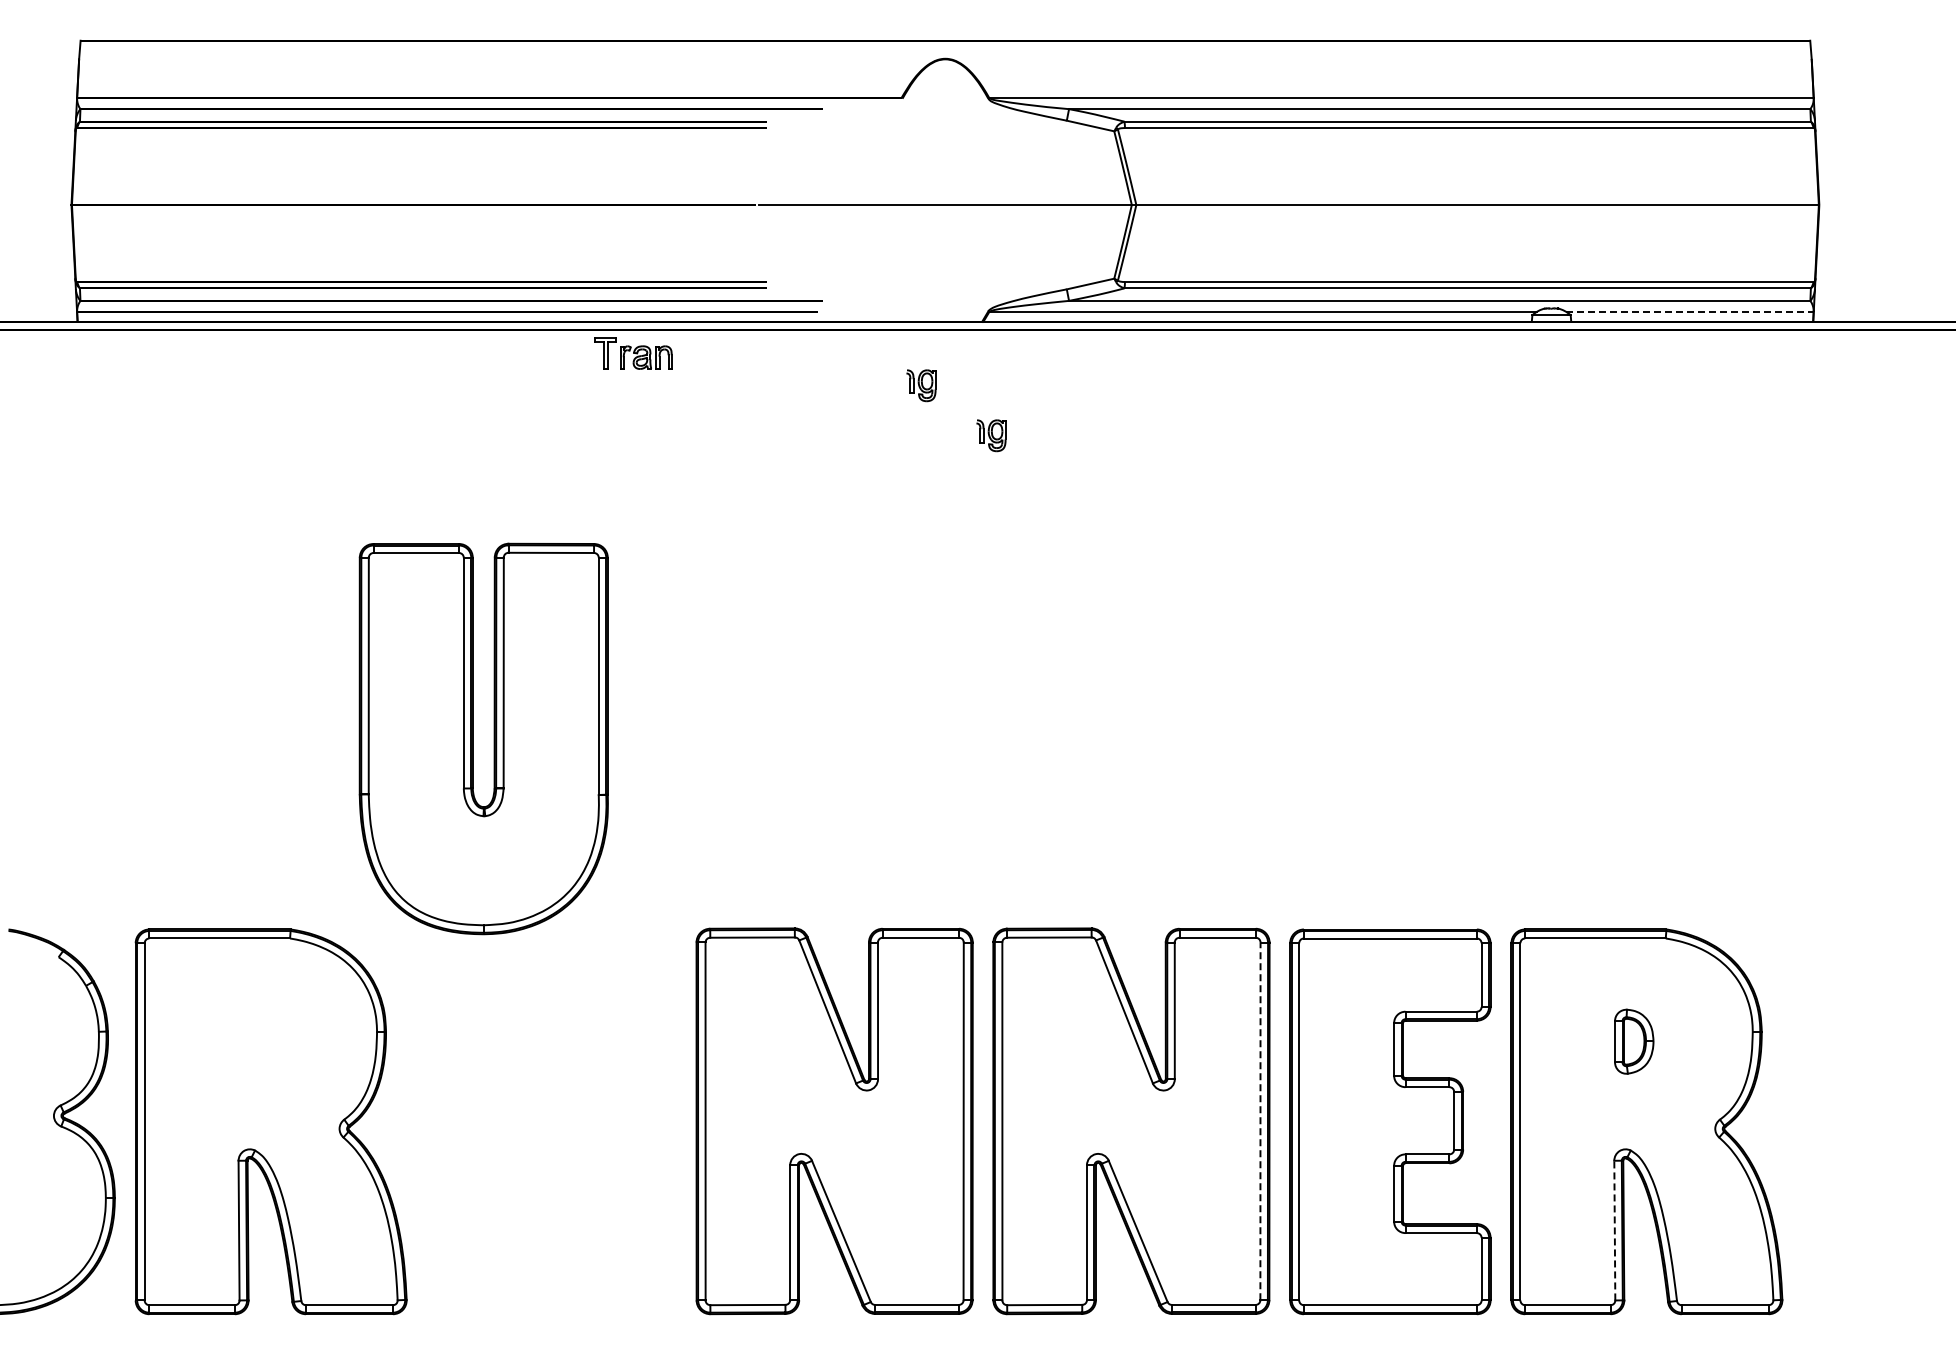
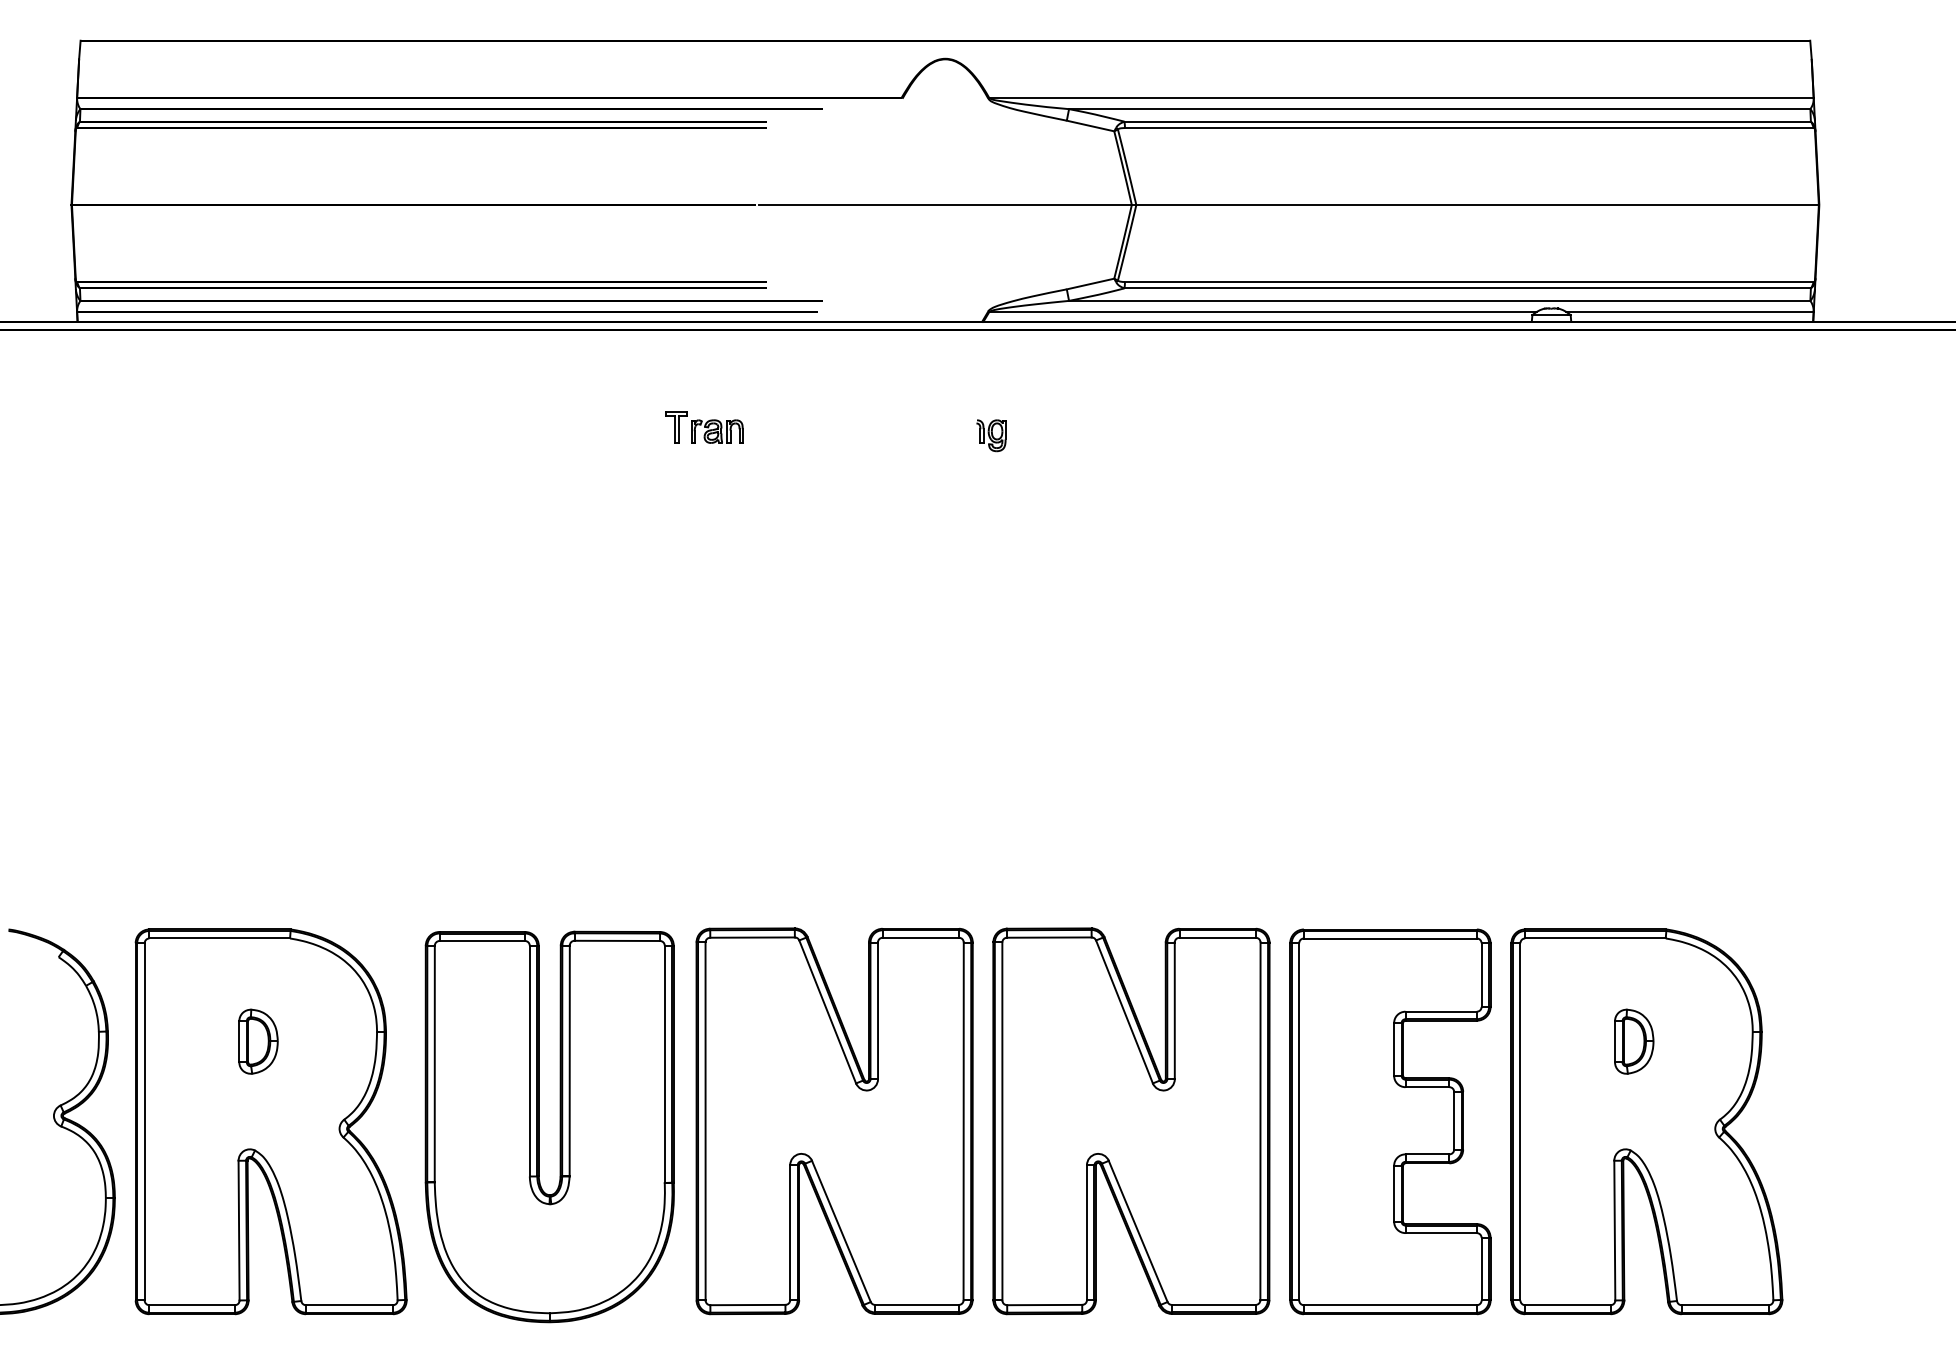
line at (1689, 311): dashed -> solid
part at (633, 353) position: (633, 353) -> (704, 427)
part at (921, 385): present -> none
part at (473, 738) position: (473, 738) -> (539, 1126)
part at (258, 1041): none -> present
line at (1260, 1121): dashed -> solid
line at (1614, 1230): dashed -> solid
